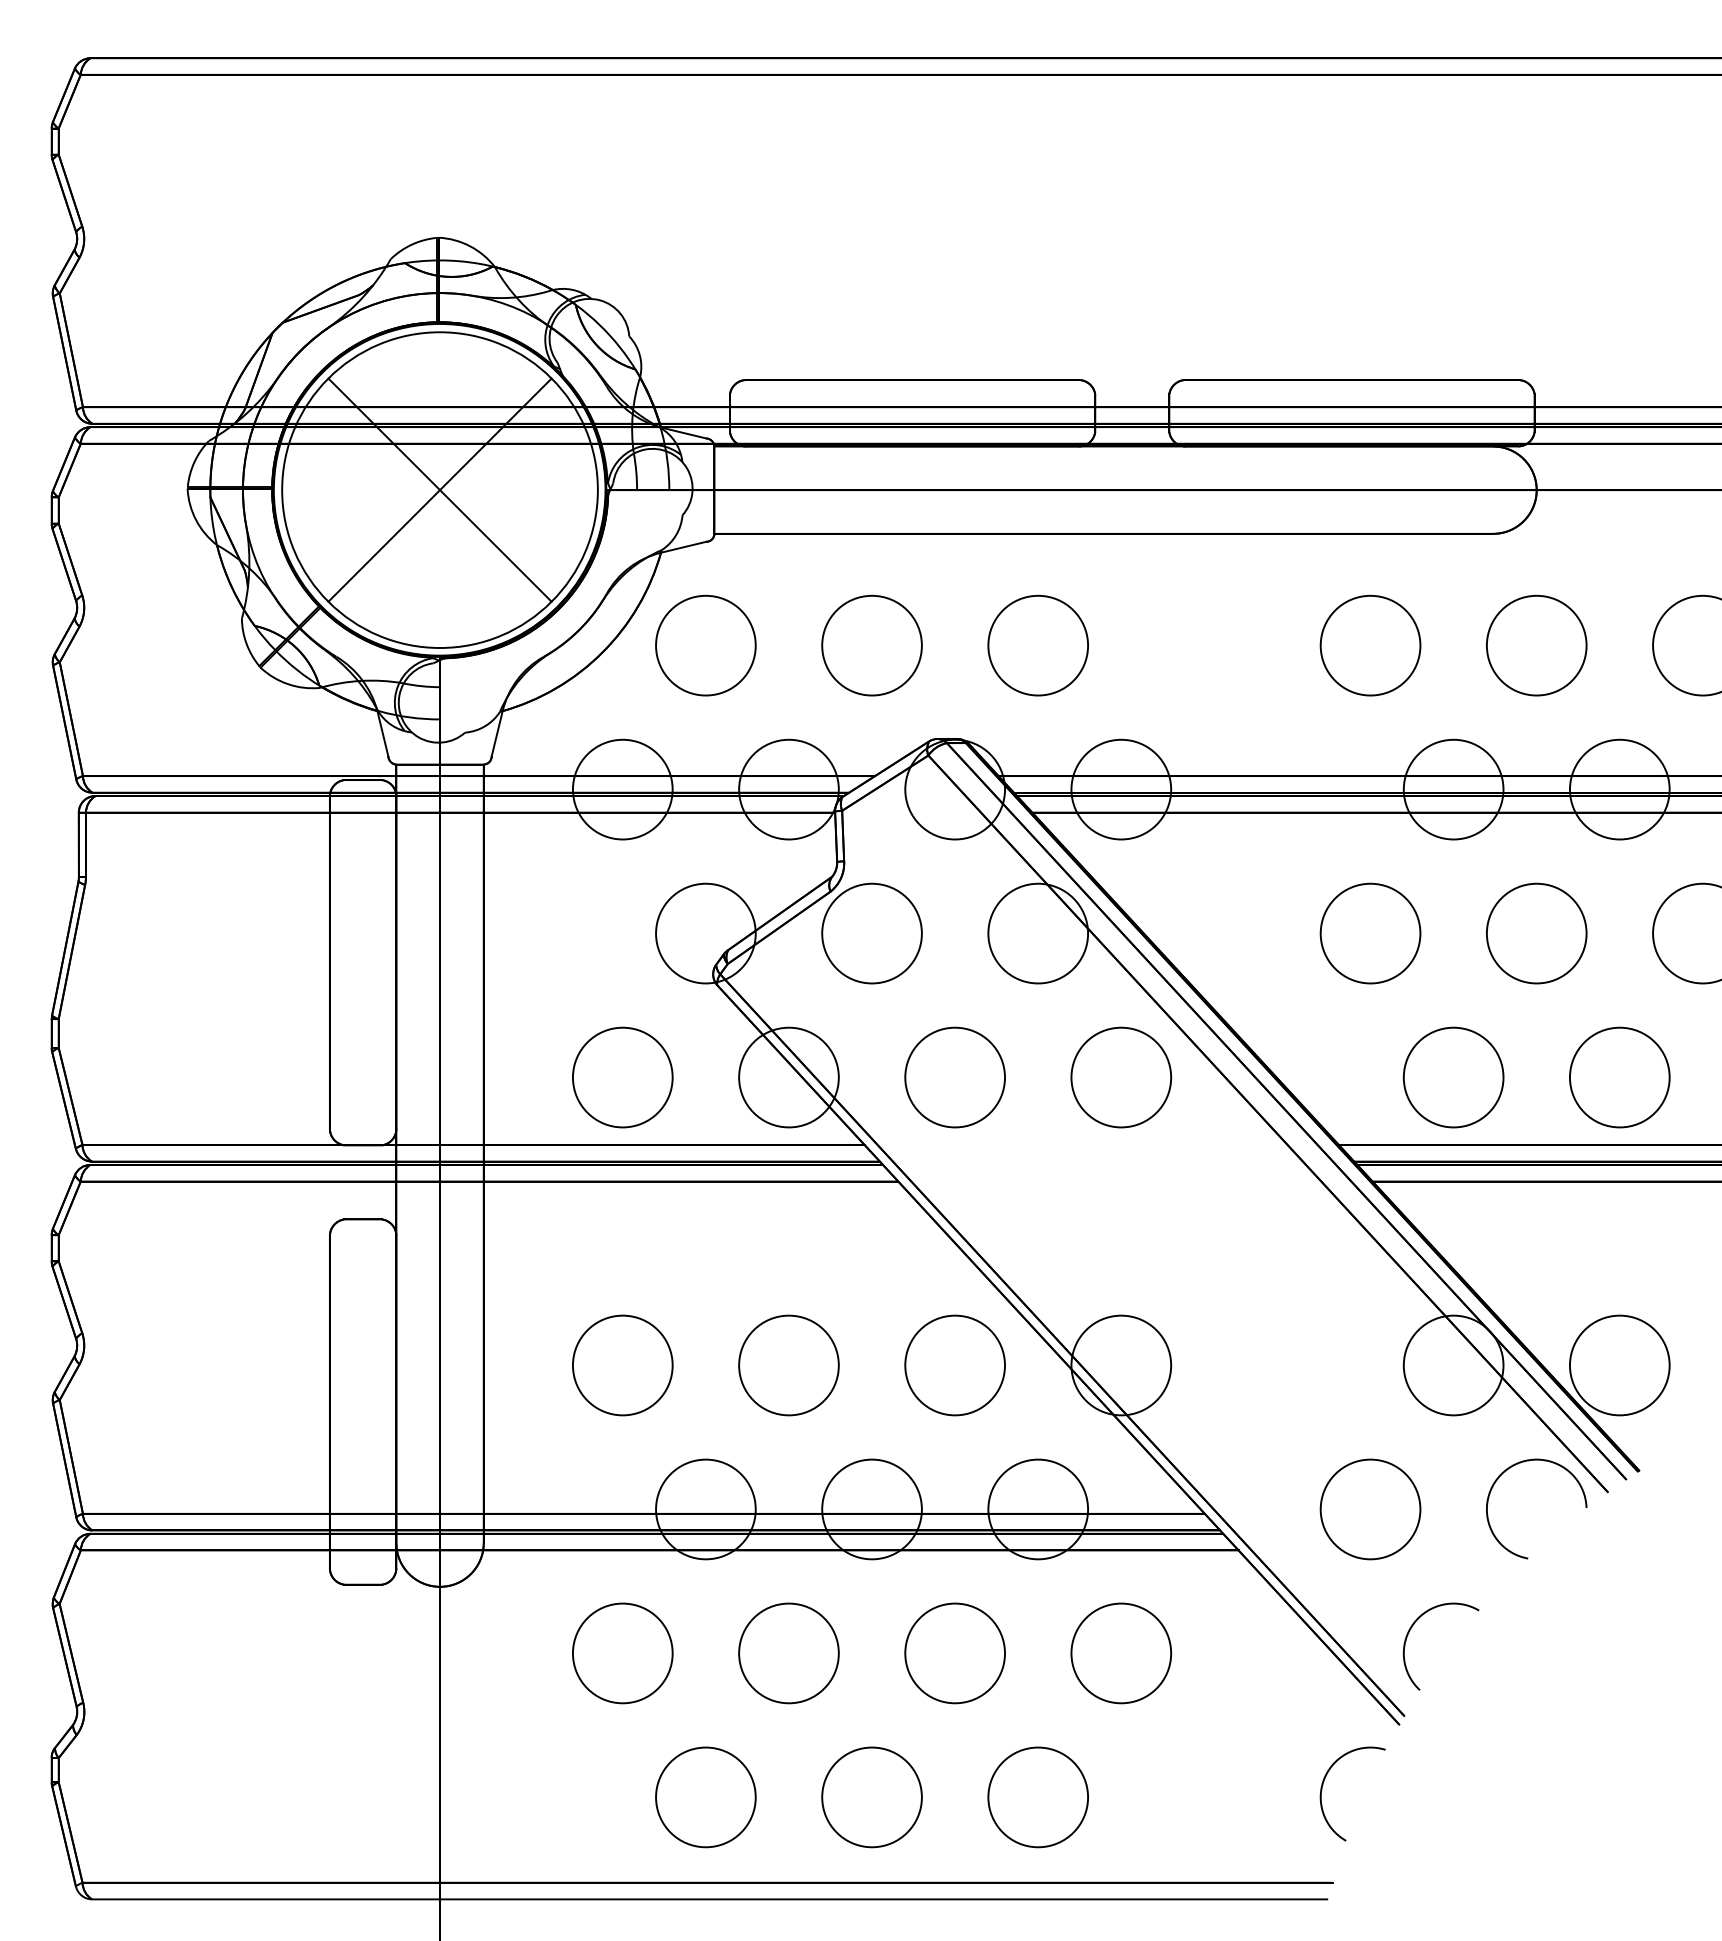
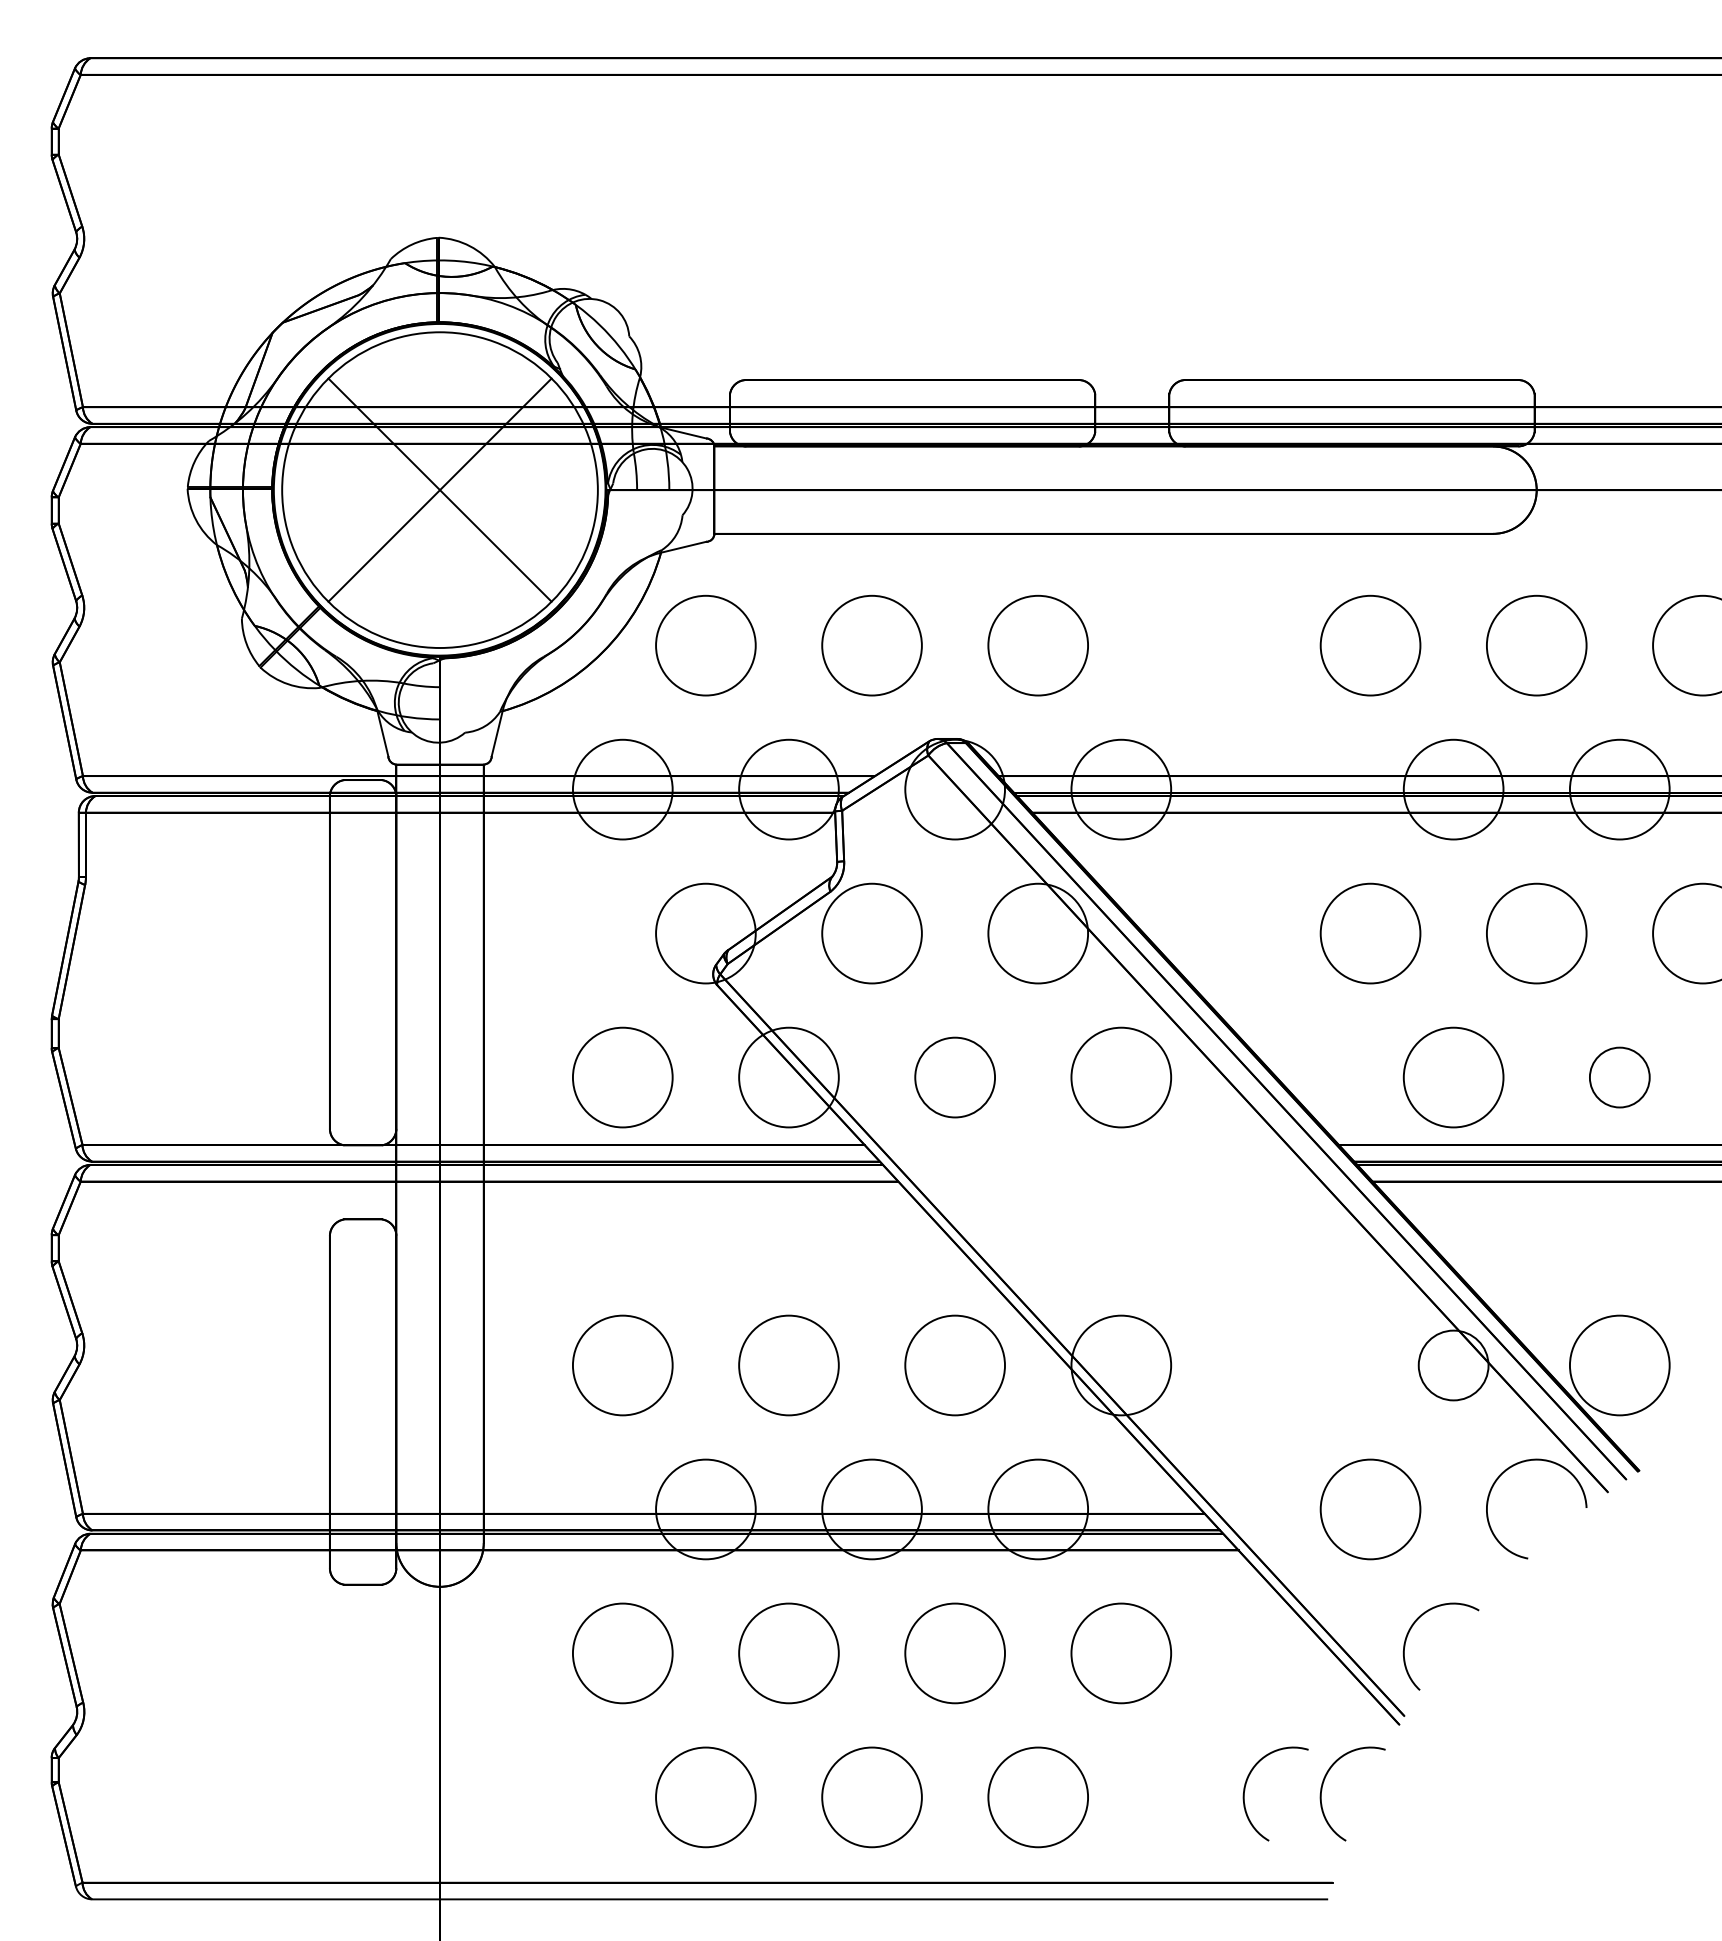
circle at (955, 1077) diameter: 100 px -> 80 px
circle at (1619, 1077) diameter: 100 px -> 60 px
circle at (1453, 1365) diameter: 100 px -> 70 px
arc at (1246, 1785): none -> present
